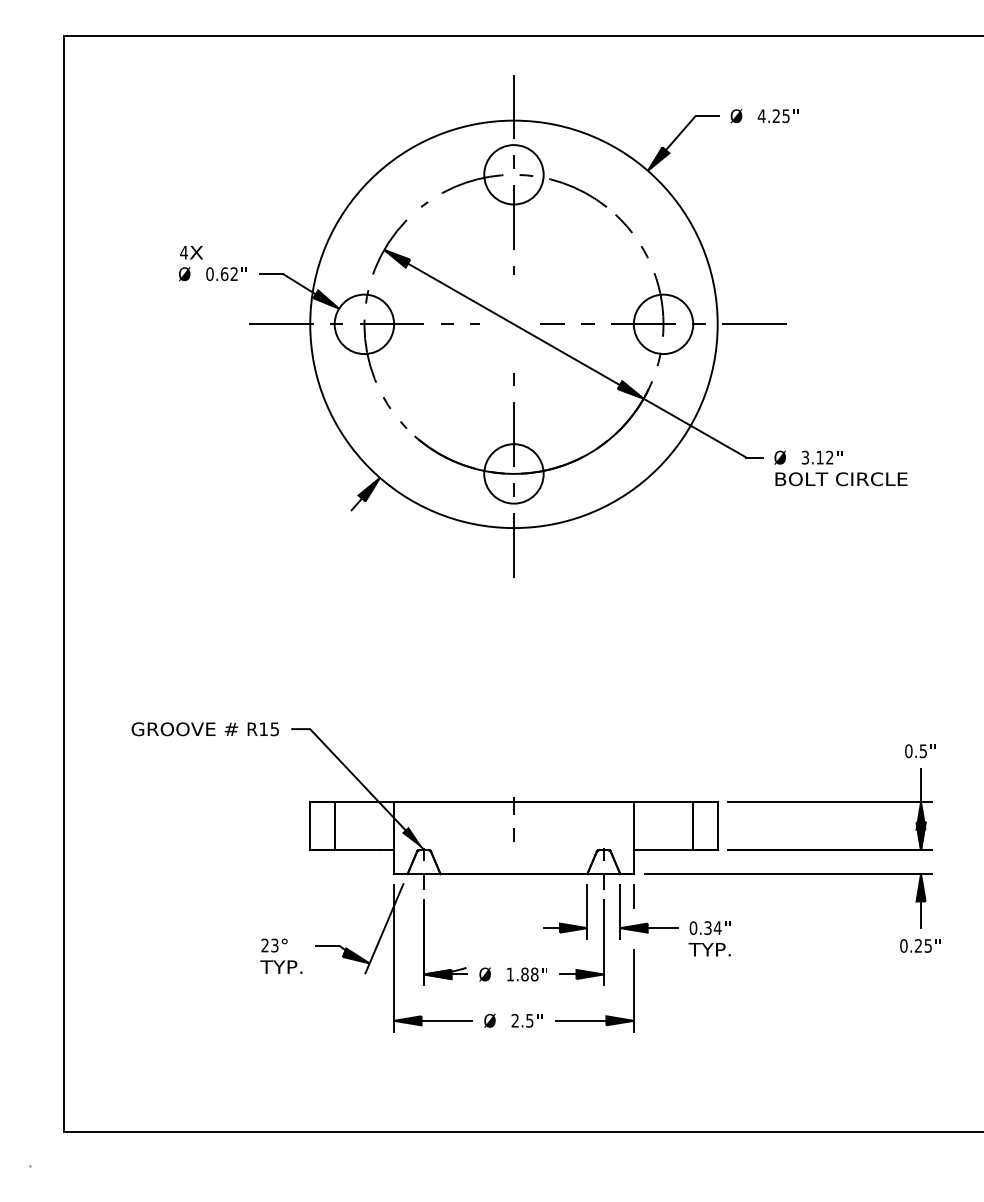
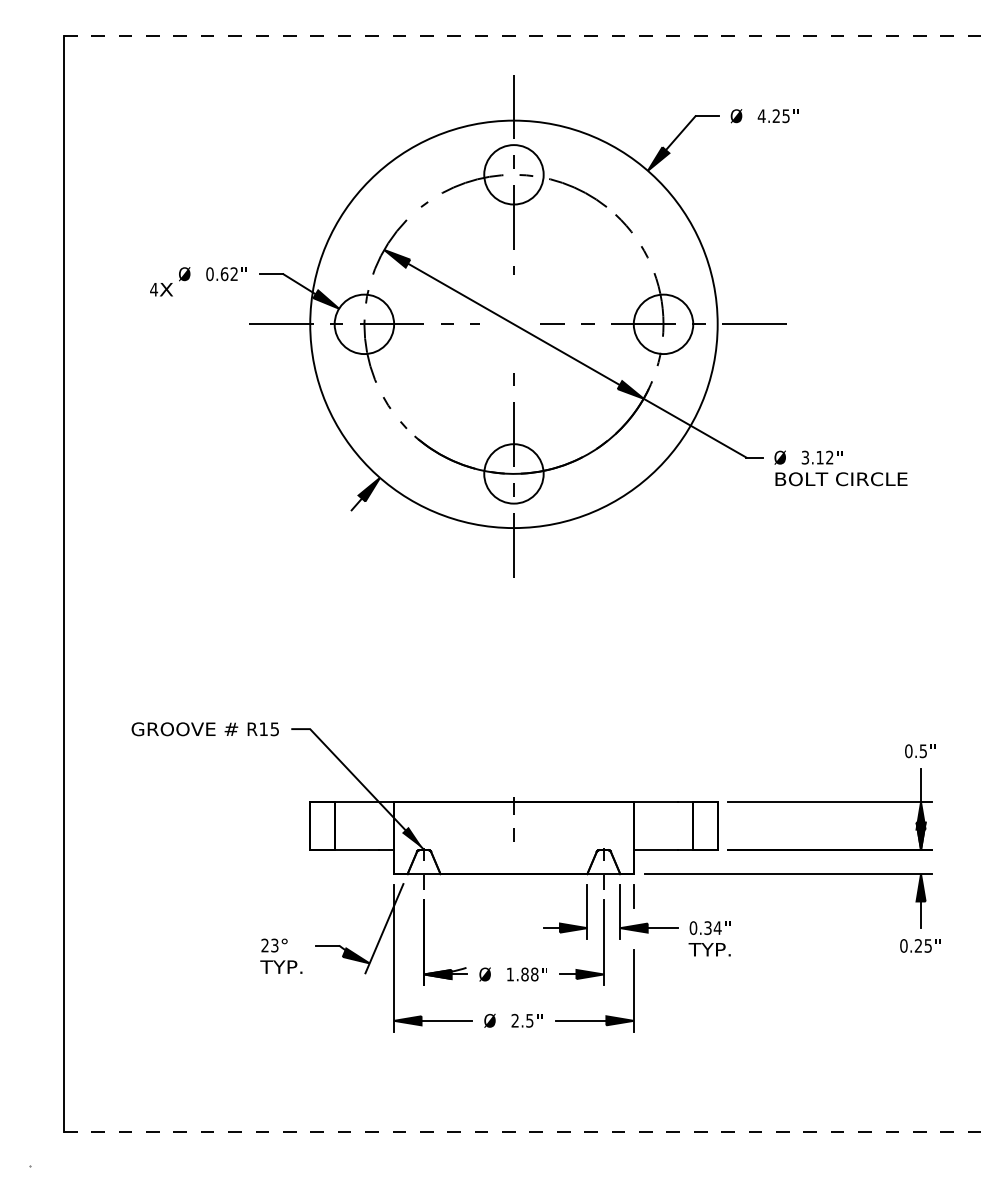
line at (523, 36): solid -> dashed
text at (191, 252) position: (191, 252) -> (161, 289)
line at (523, 1131): solid -> dashed
